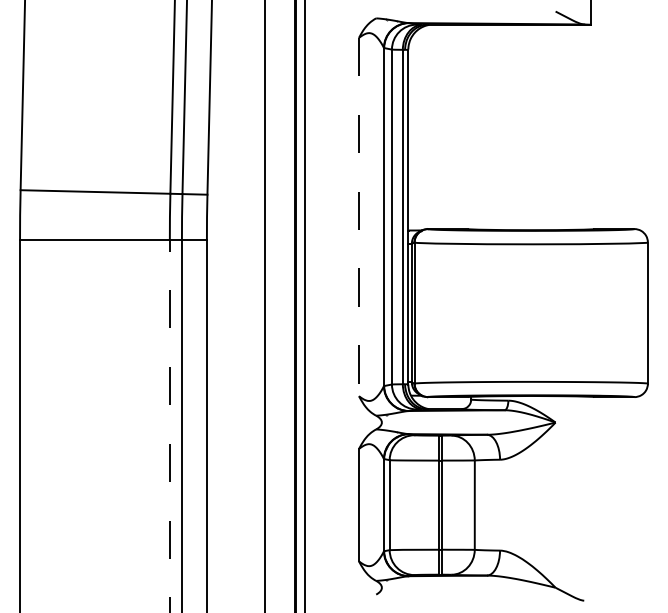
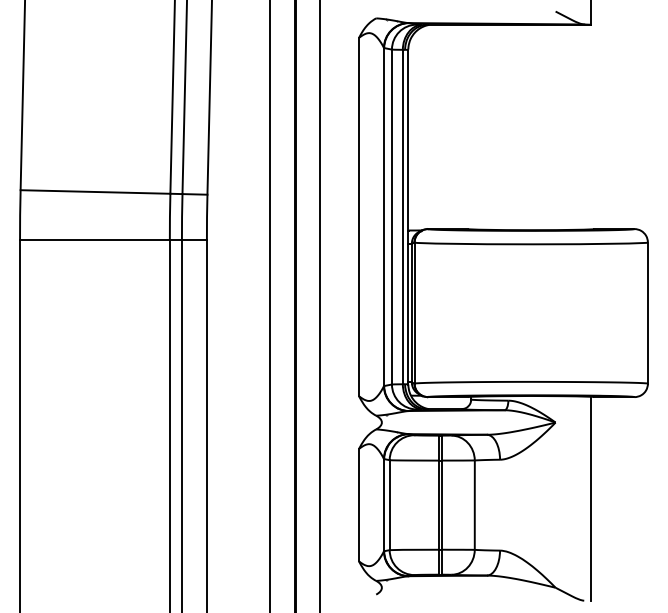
line at (359, 217): dashed -> solid
line at (264, 305) position: (264, 305) -> (269, 305)
line at (305, 305) position: (305, 305) -> (320, 305)
line at (169, 426): dashed -> solid
line at (591, 498): none -> present
